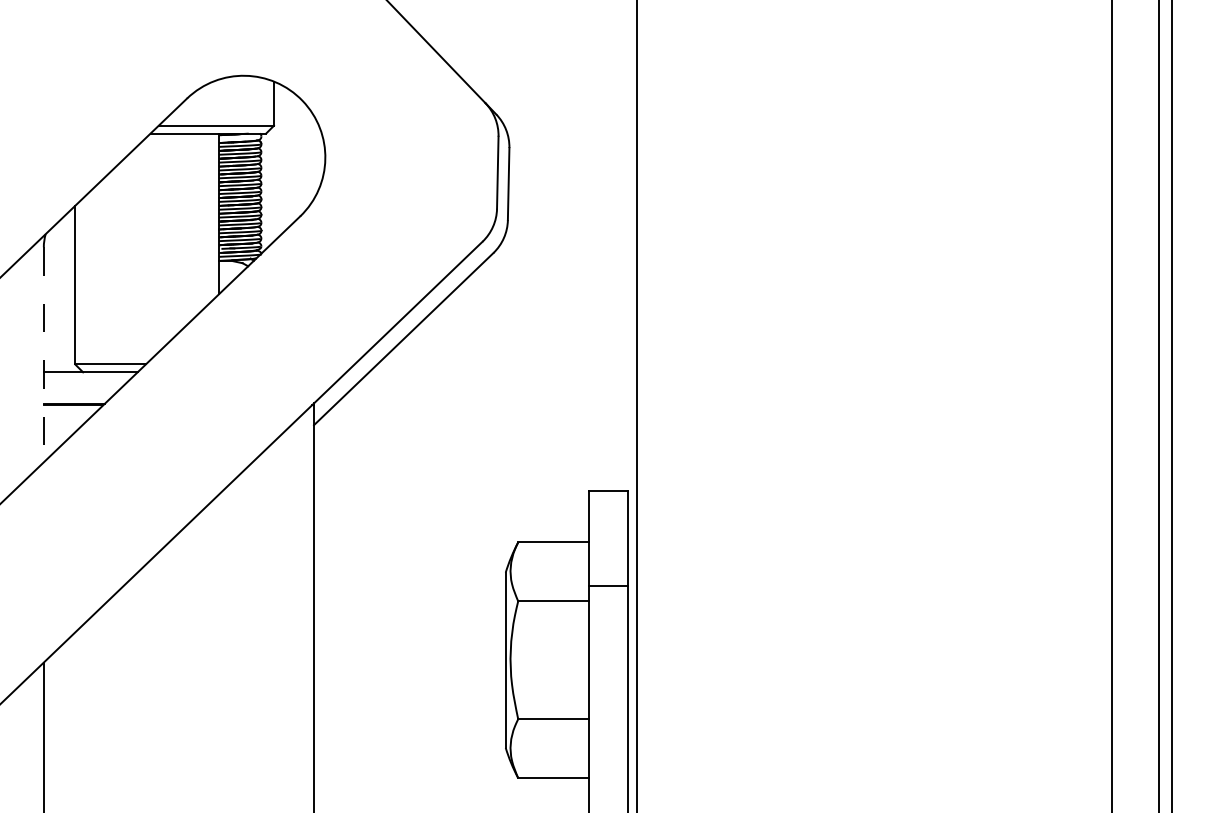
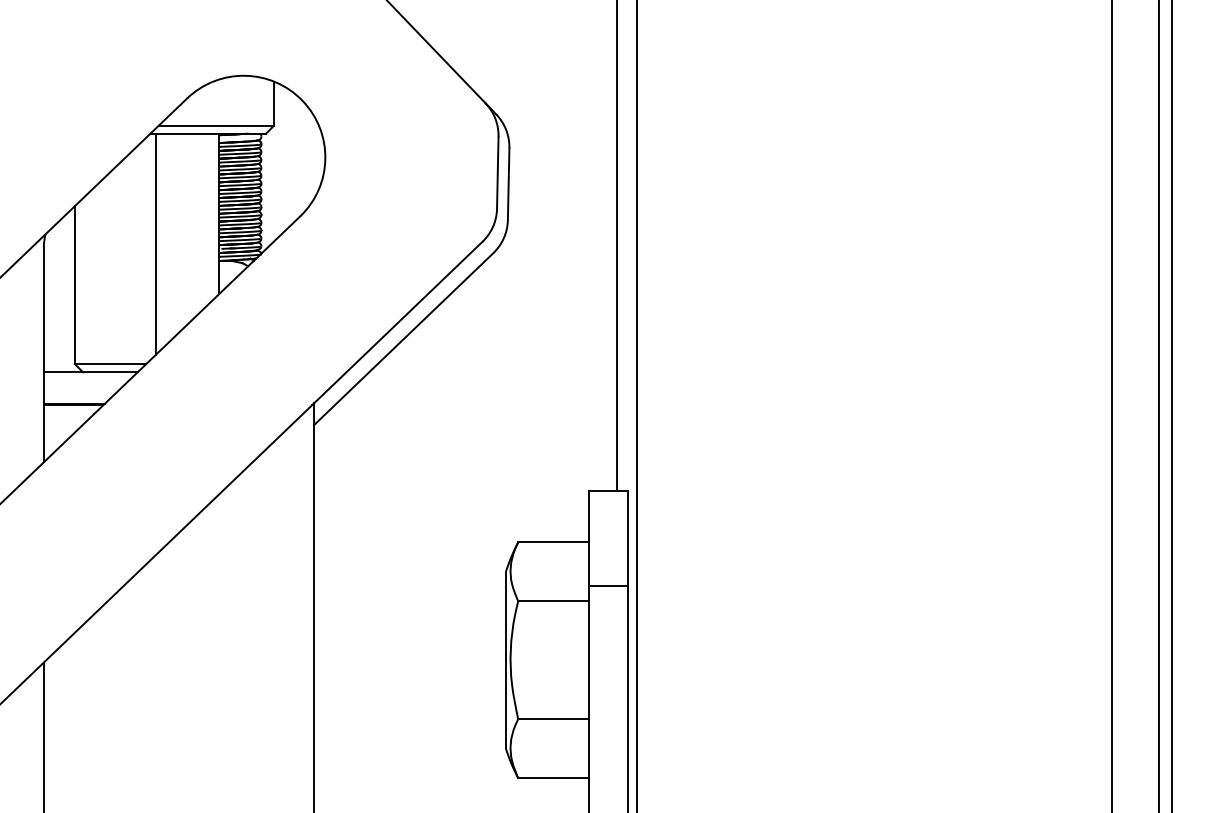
line at (156, 243): none -> present
line at (616, 246): none -> present
line at (43, 355): dashed -> solid
